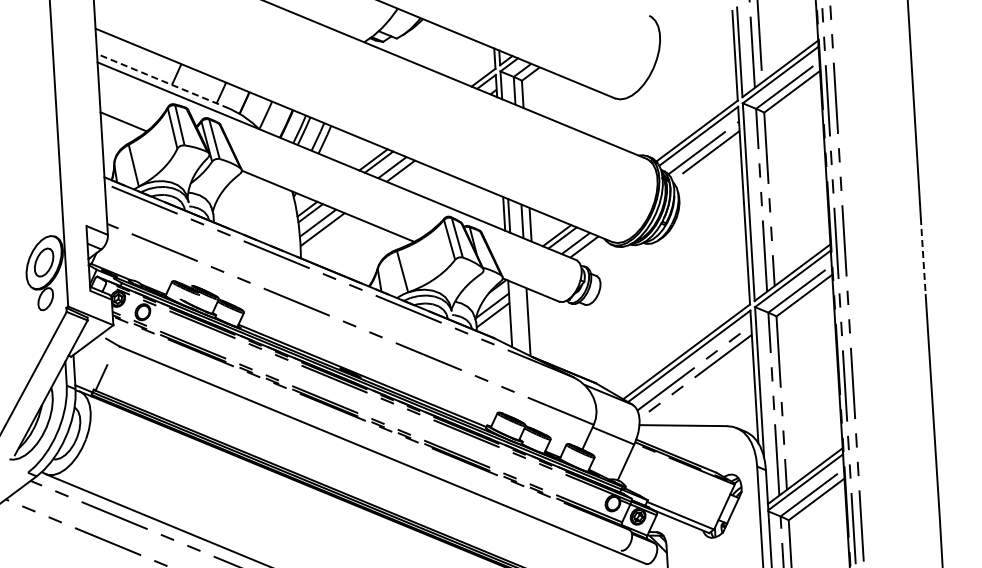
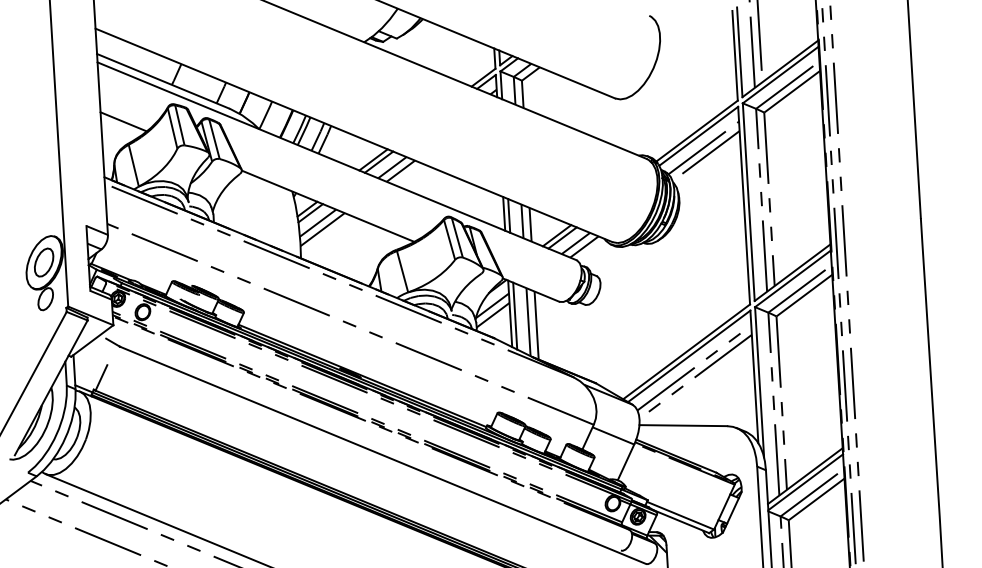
line at (162, 81): dashed -> solid
line at (923, 255): dashed -> solid
line at (515, 315): none -> present
line at (536, 325): none -> present
